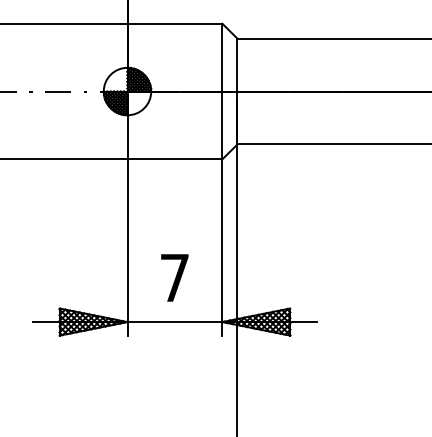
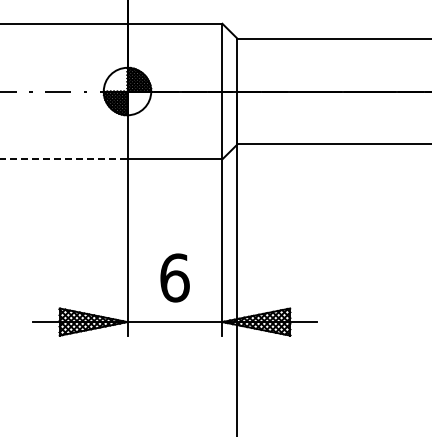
line at (64, 159): solid -> dashed
text at (174, 277): 7 -> 6
